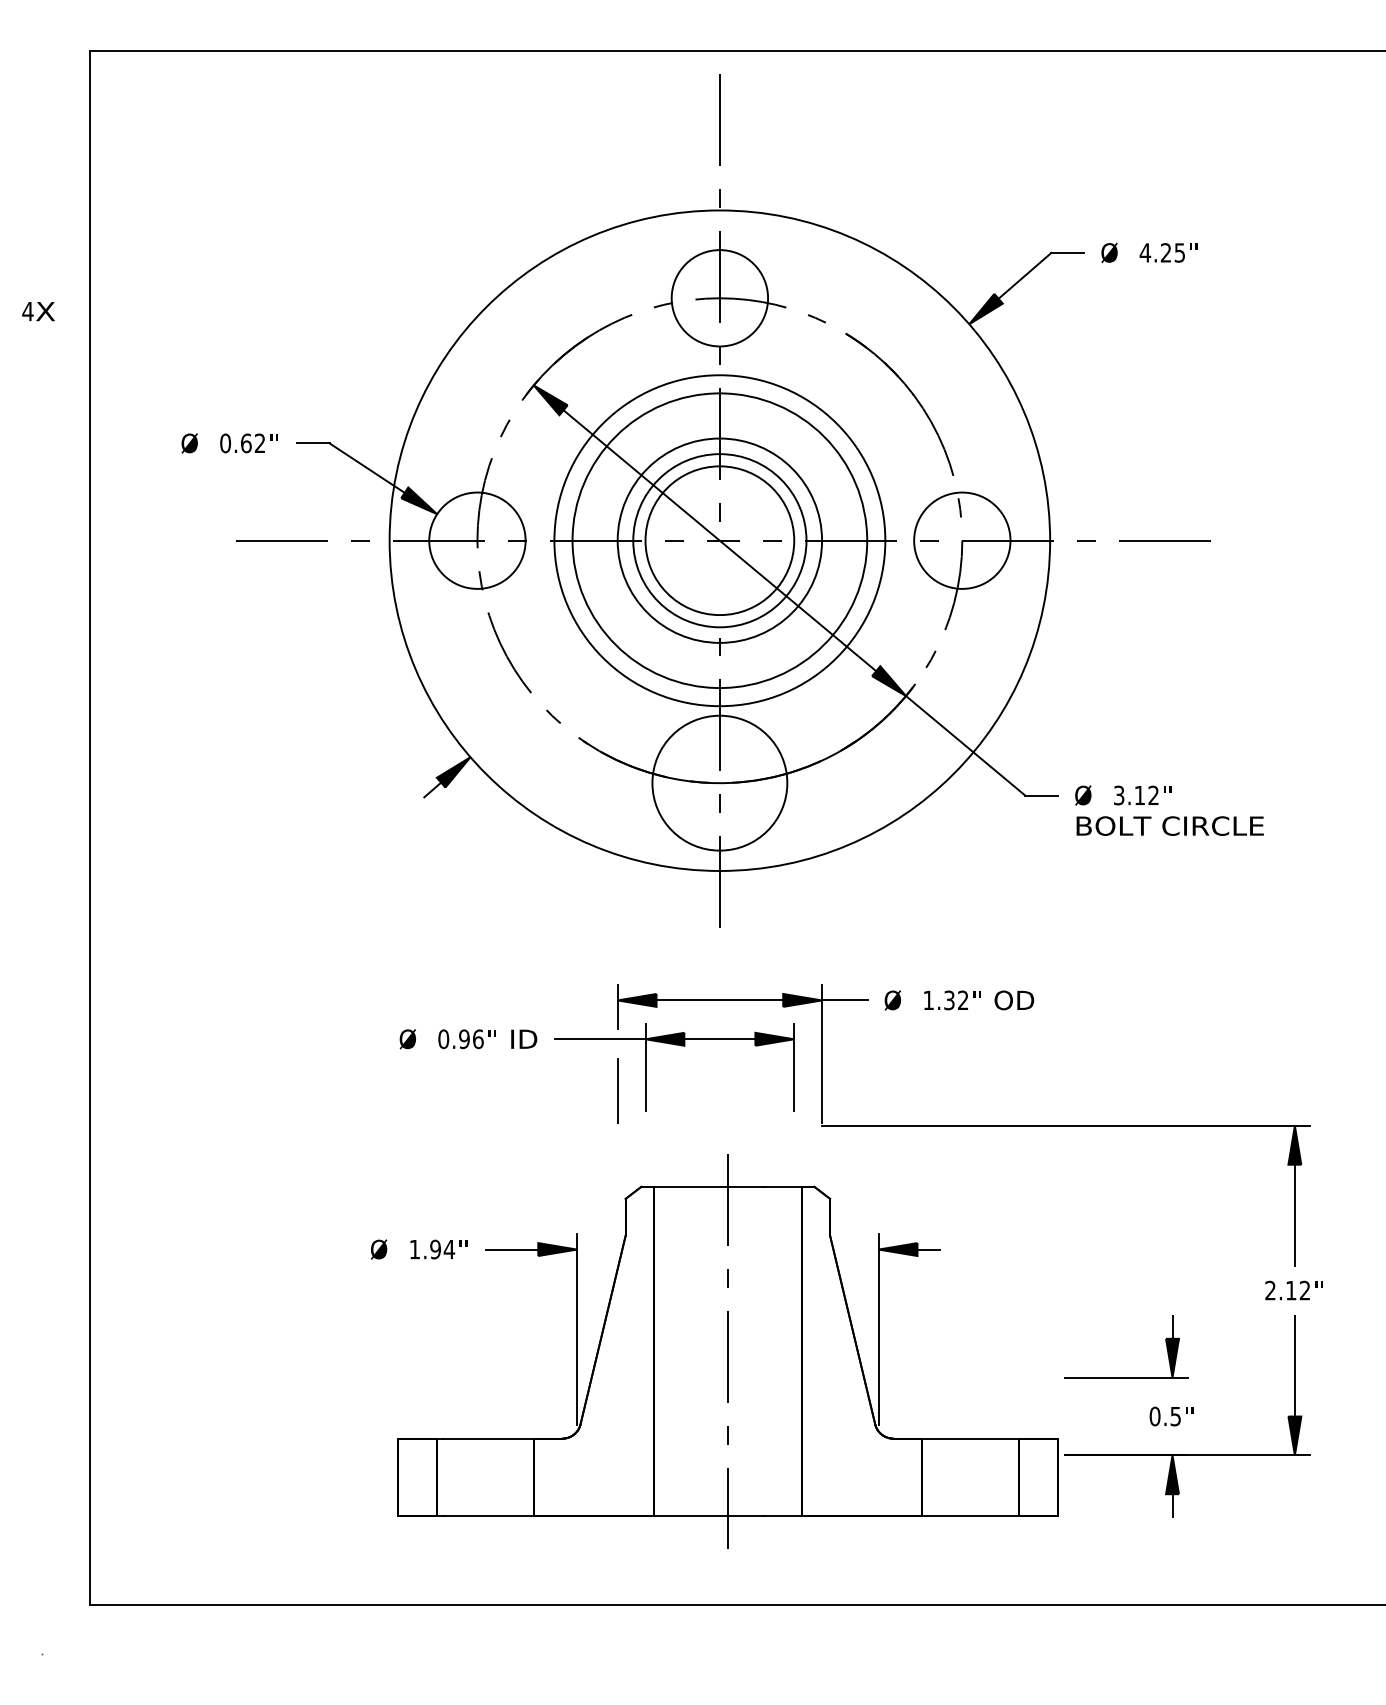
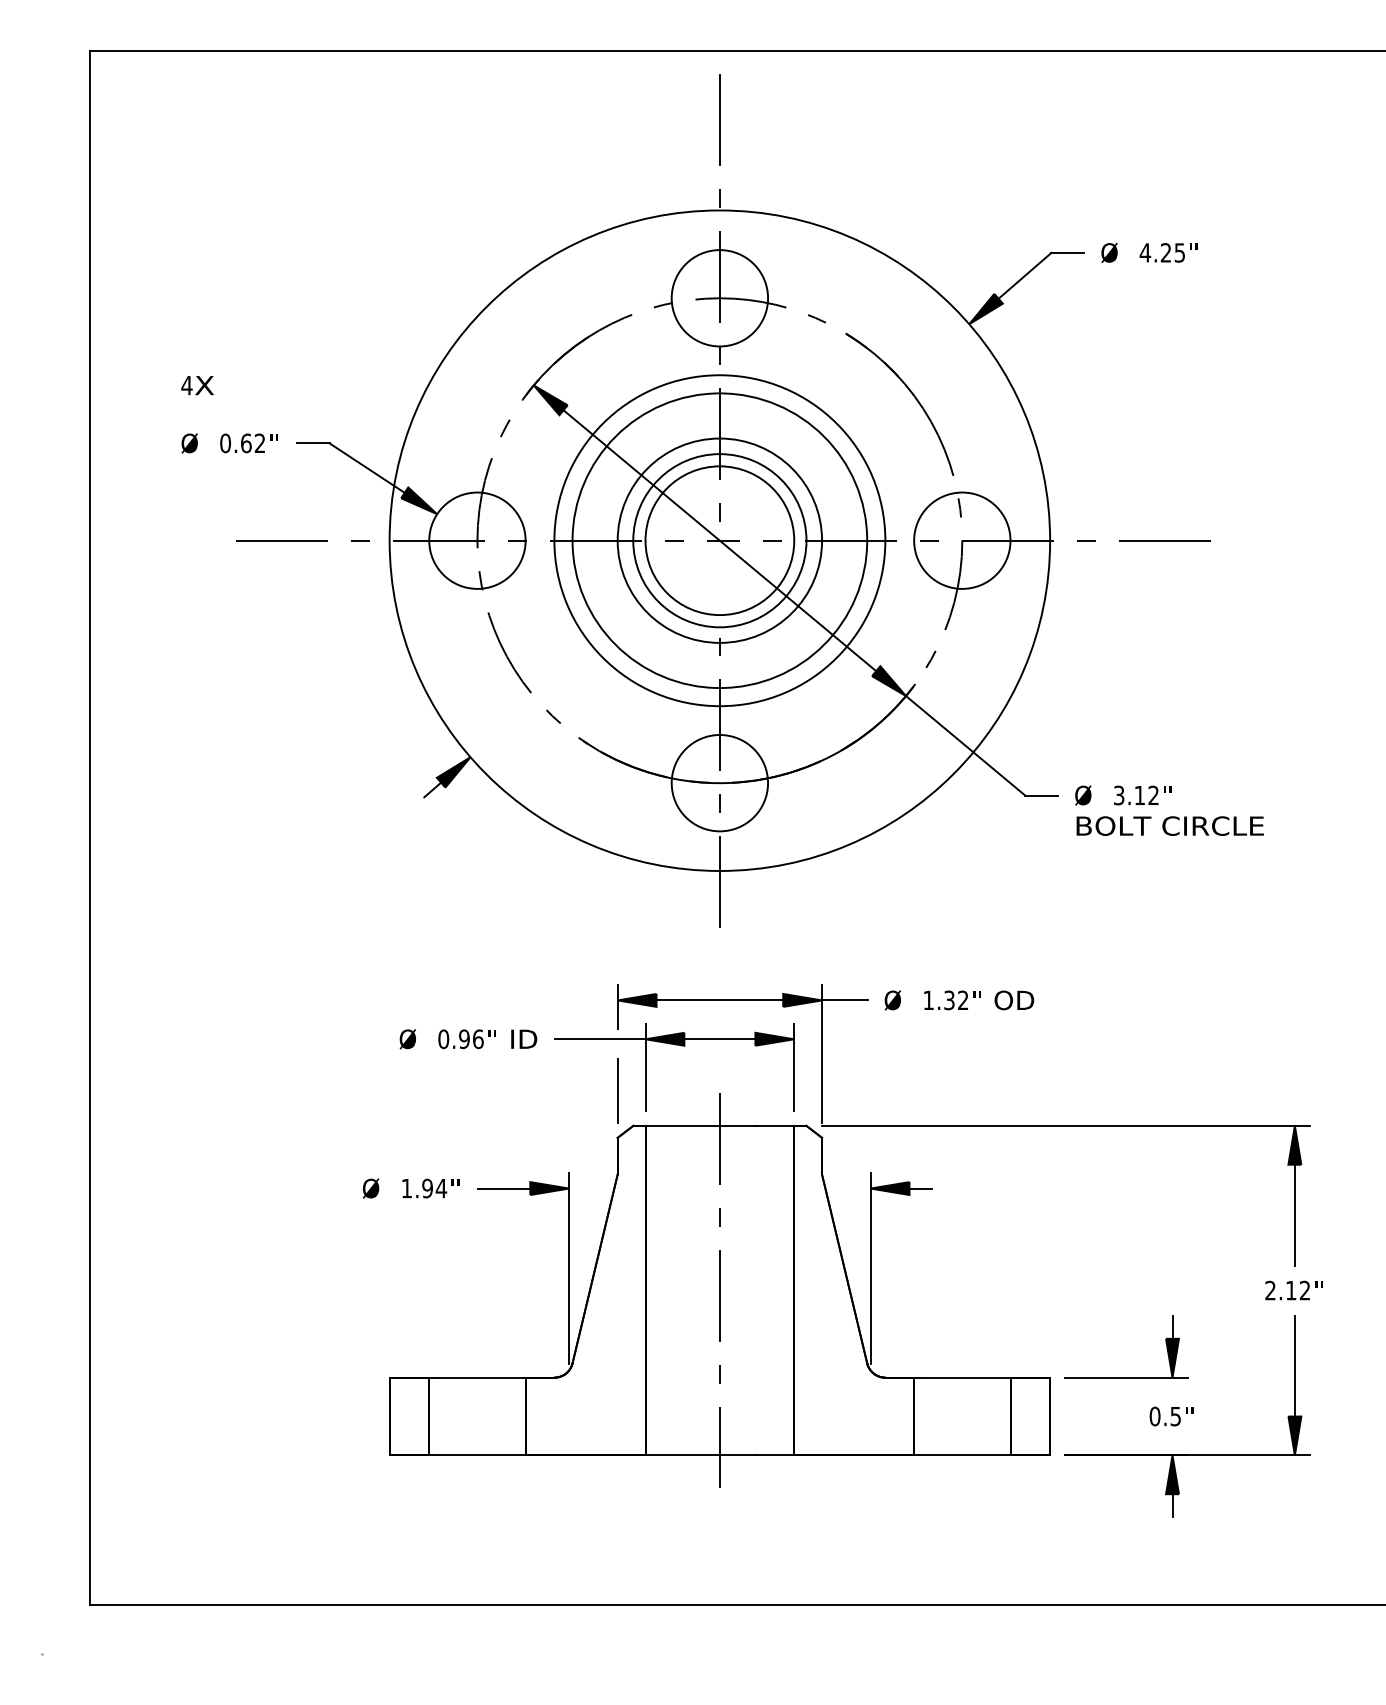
text at (38, 311) position: (38, 311) -> (197, 385)
circle at (719, 782) diameter: 135 px -> 96 px
part at (714, 1351) position: (714, 1351) -> (706, 1290)
